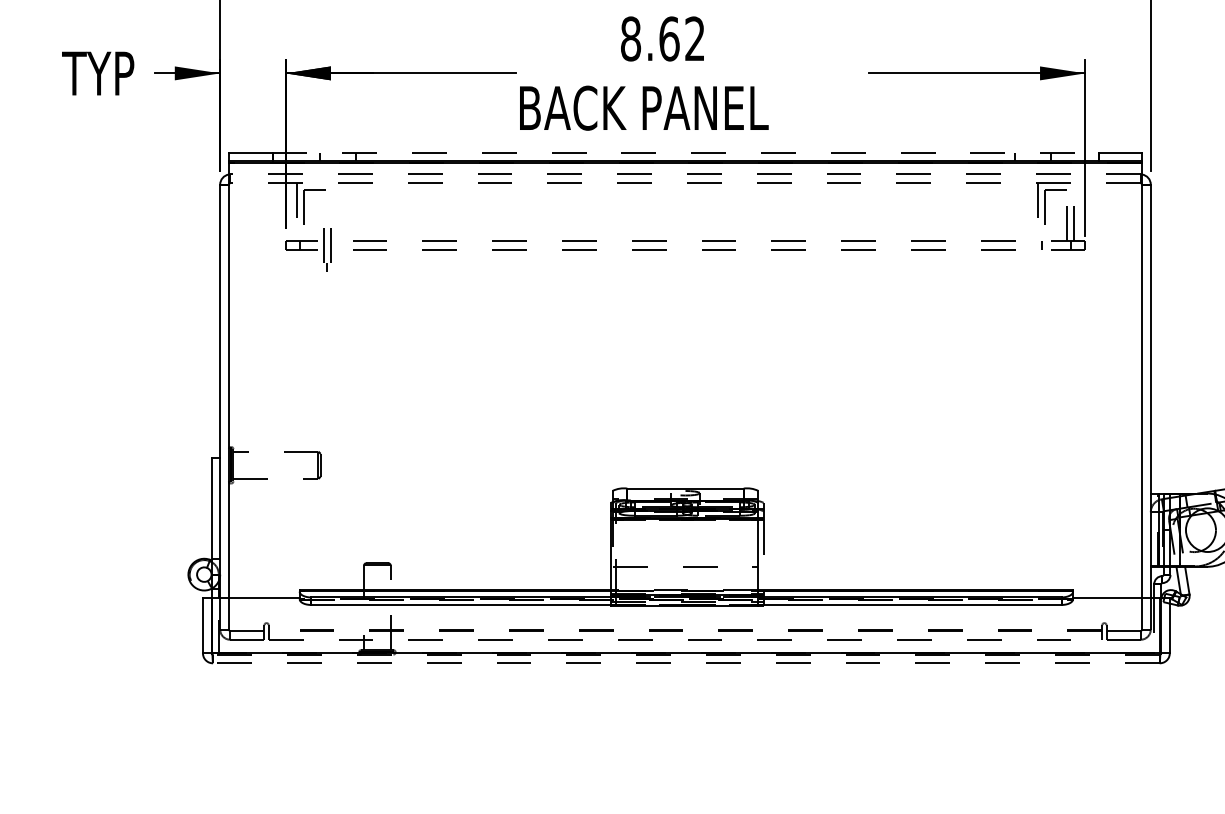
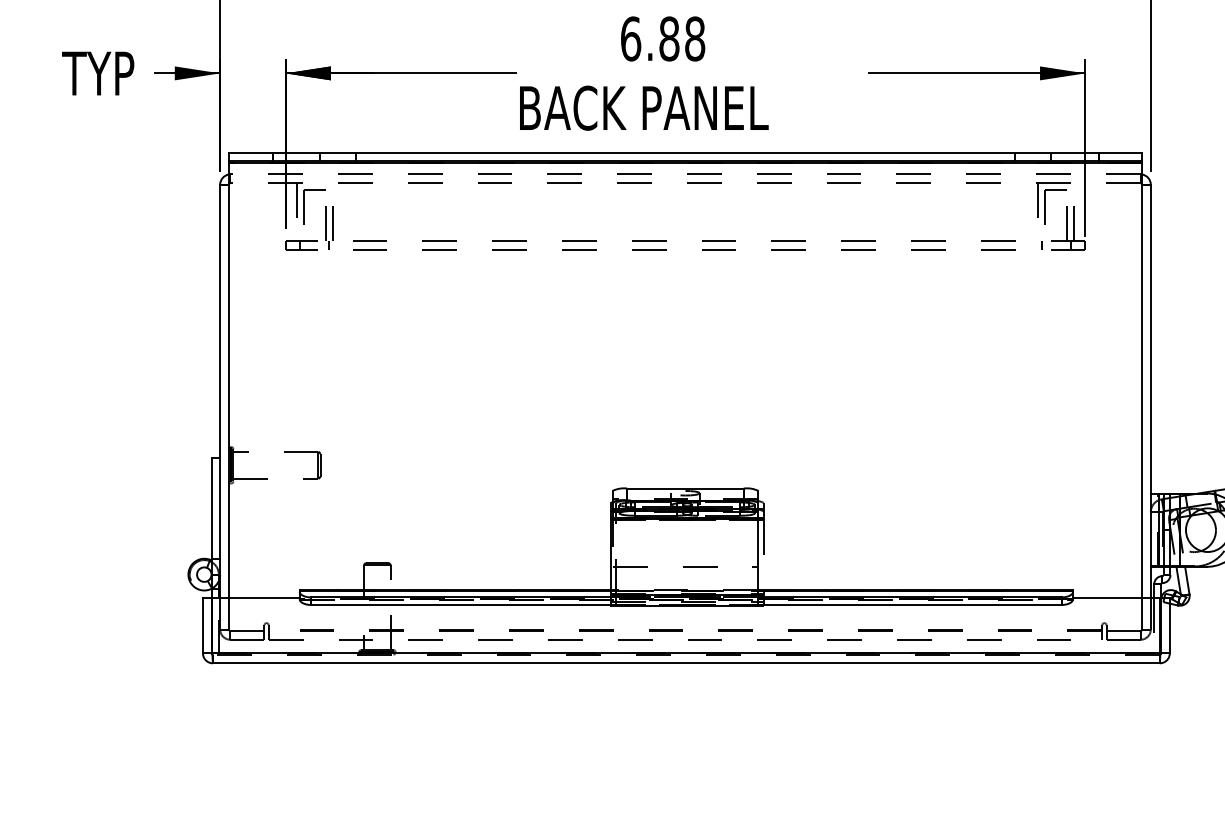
text at (663, 38): 8.62 -> 6.88
line at (686, 152): dashed -> solid
part at (327, 249) position: (327, 249) -> (329, 227)
line at (685, 663): dashed -> solid
